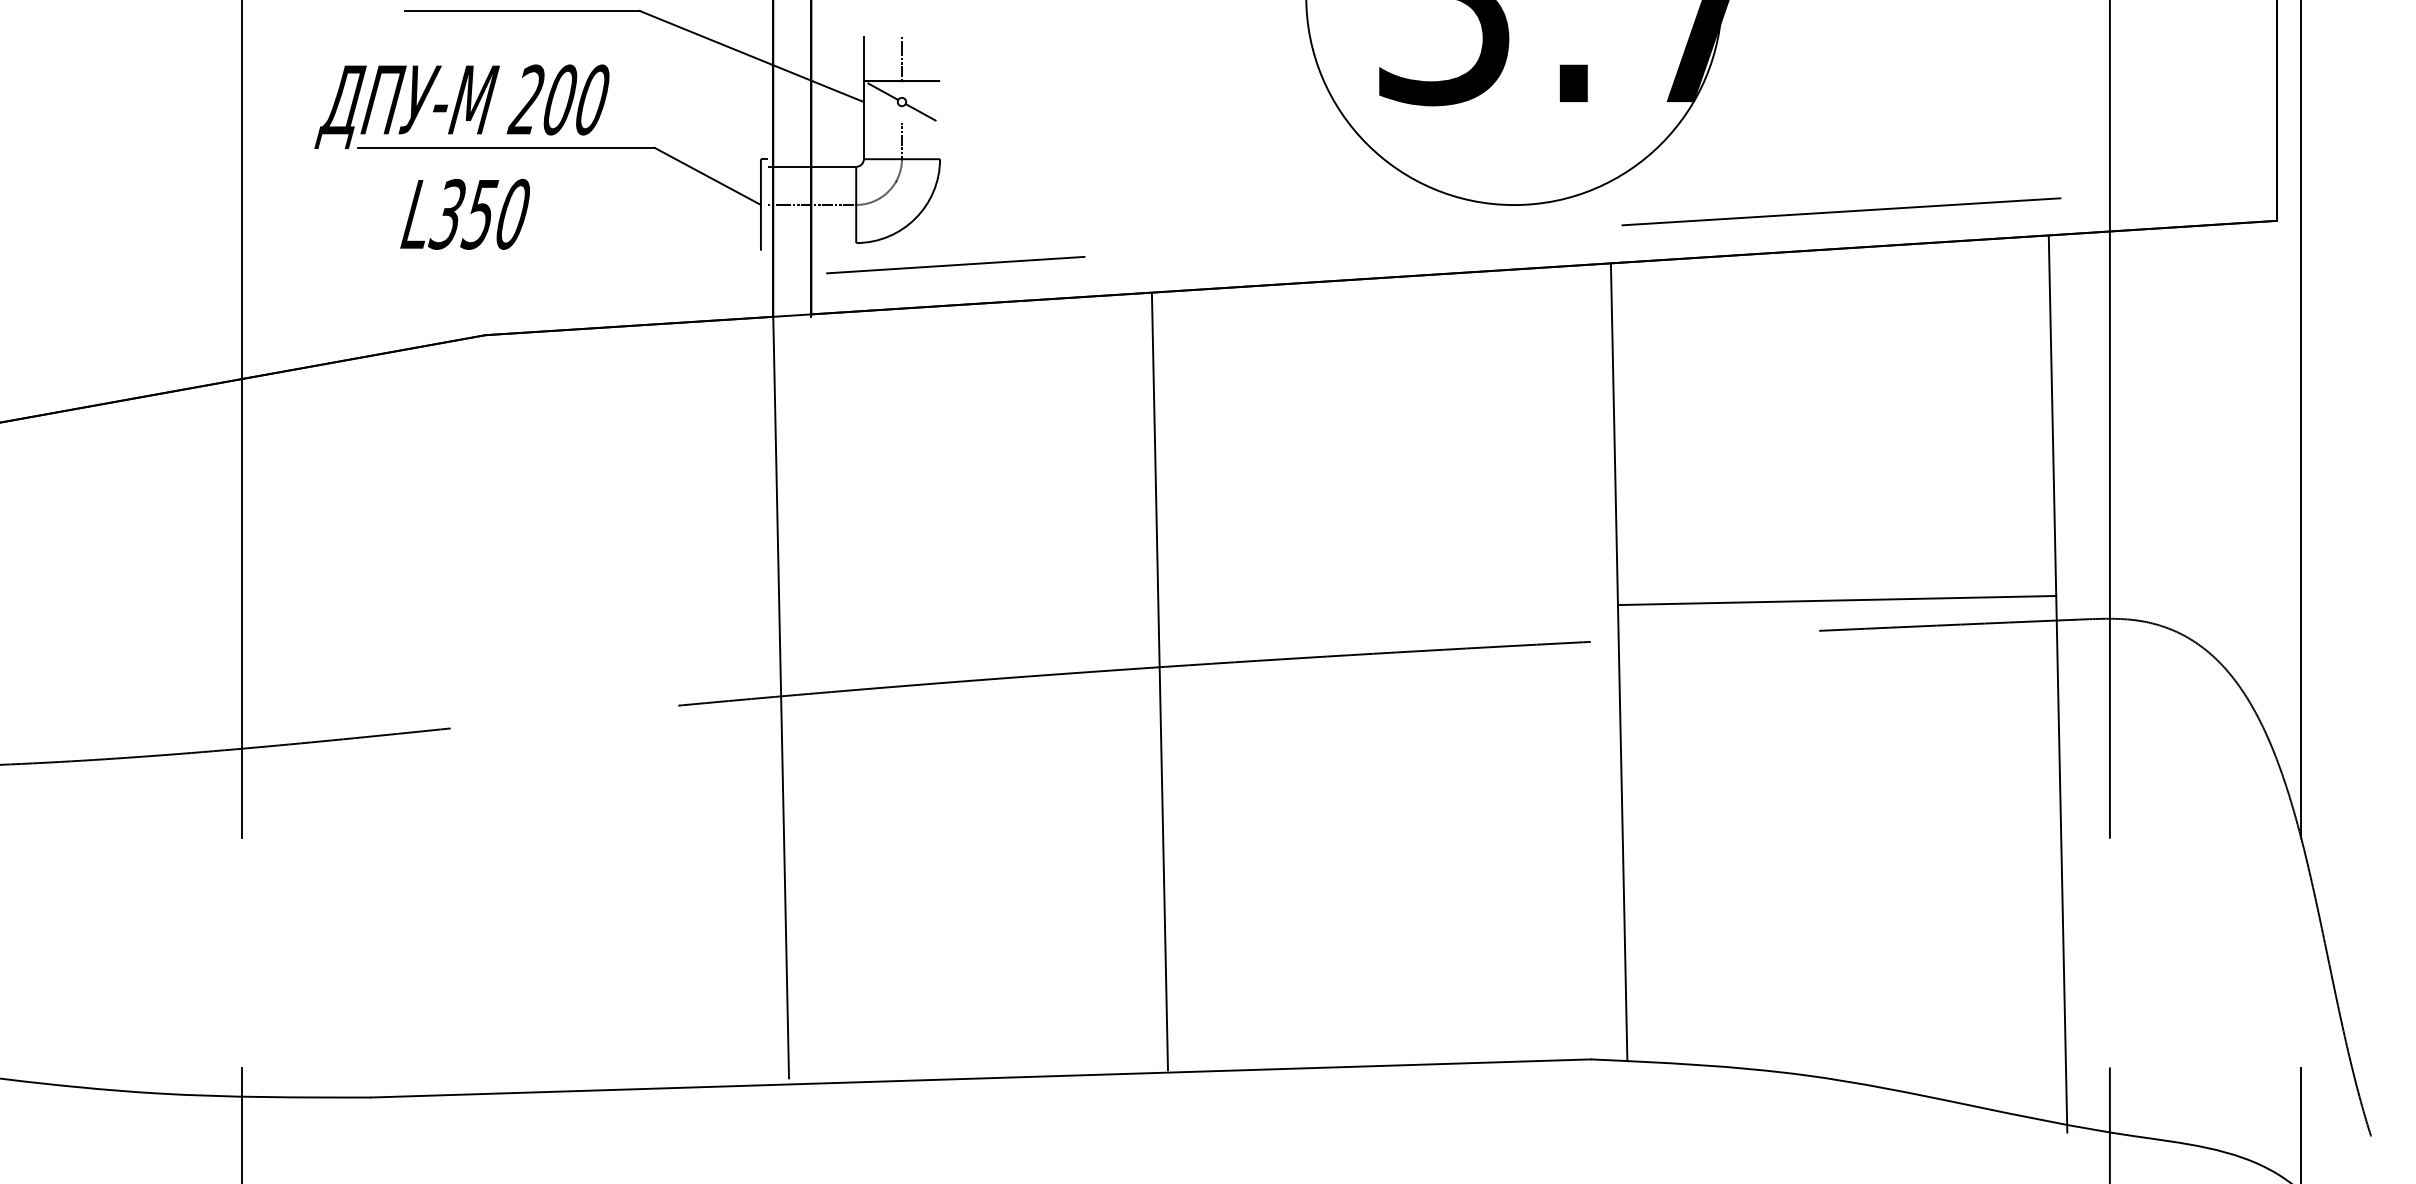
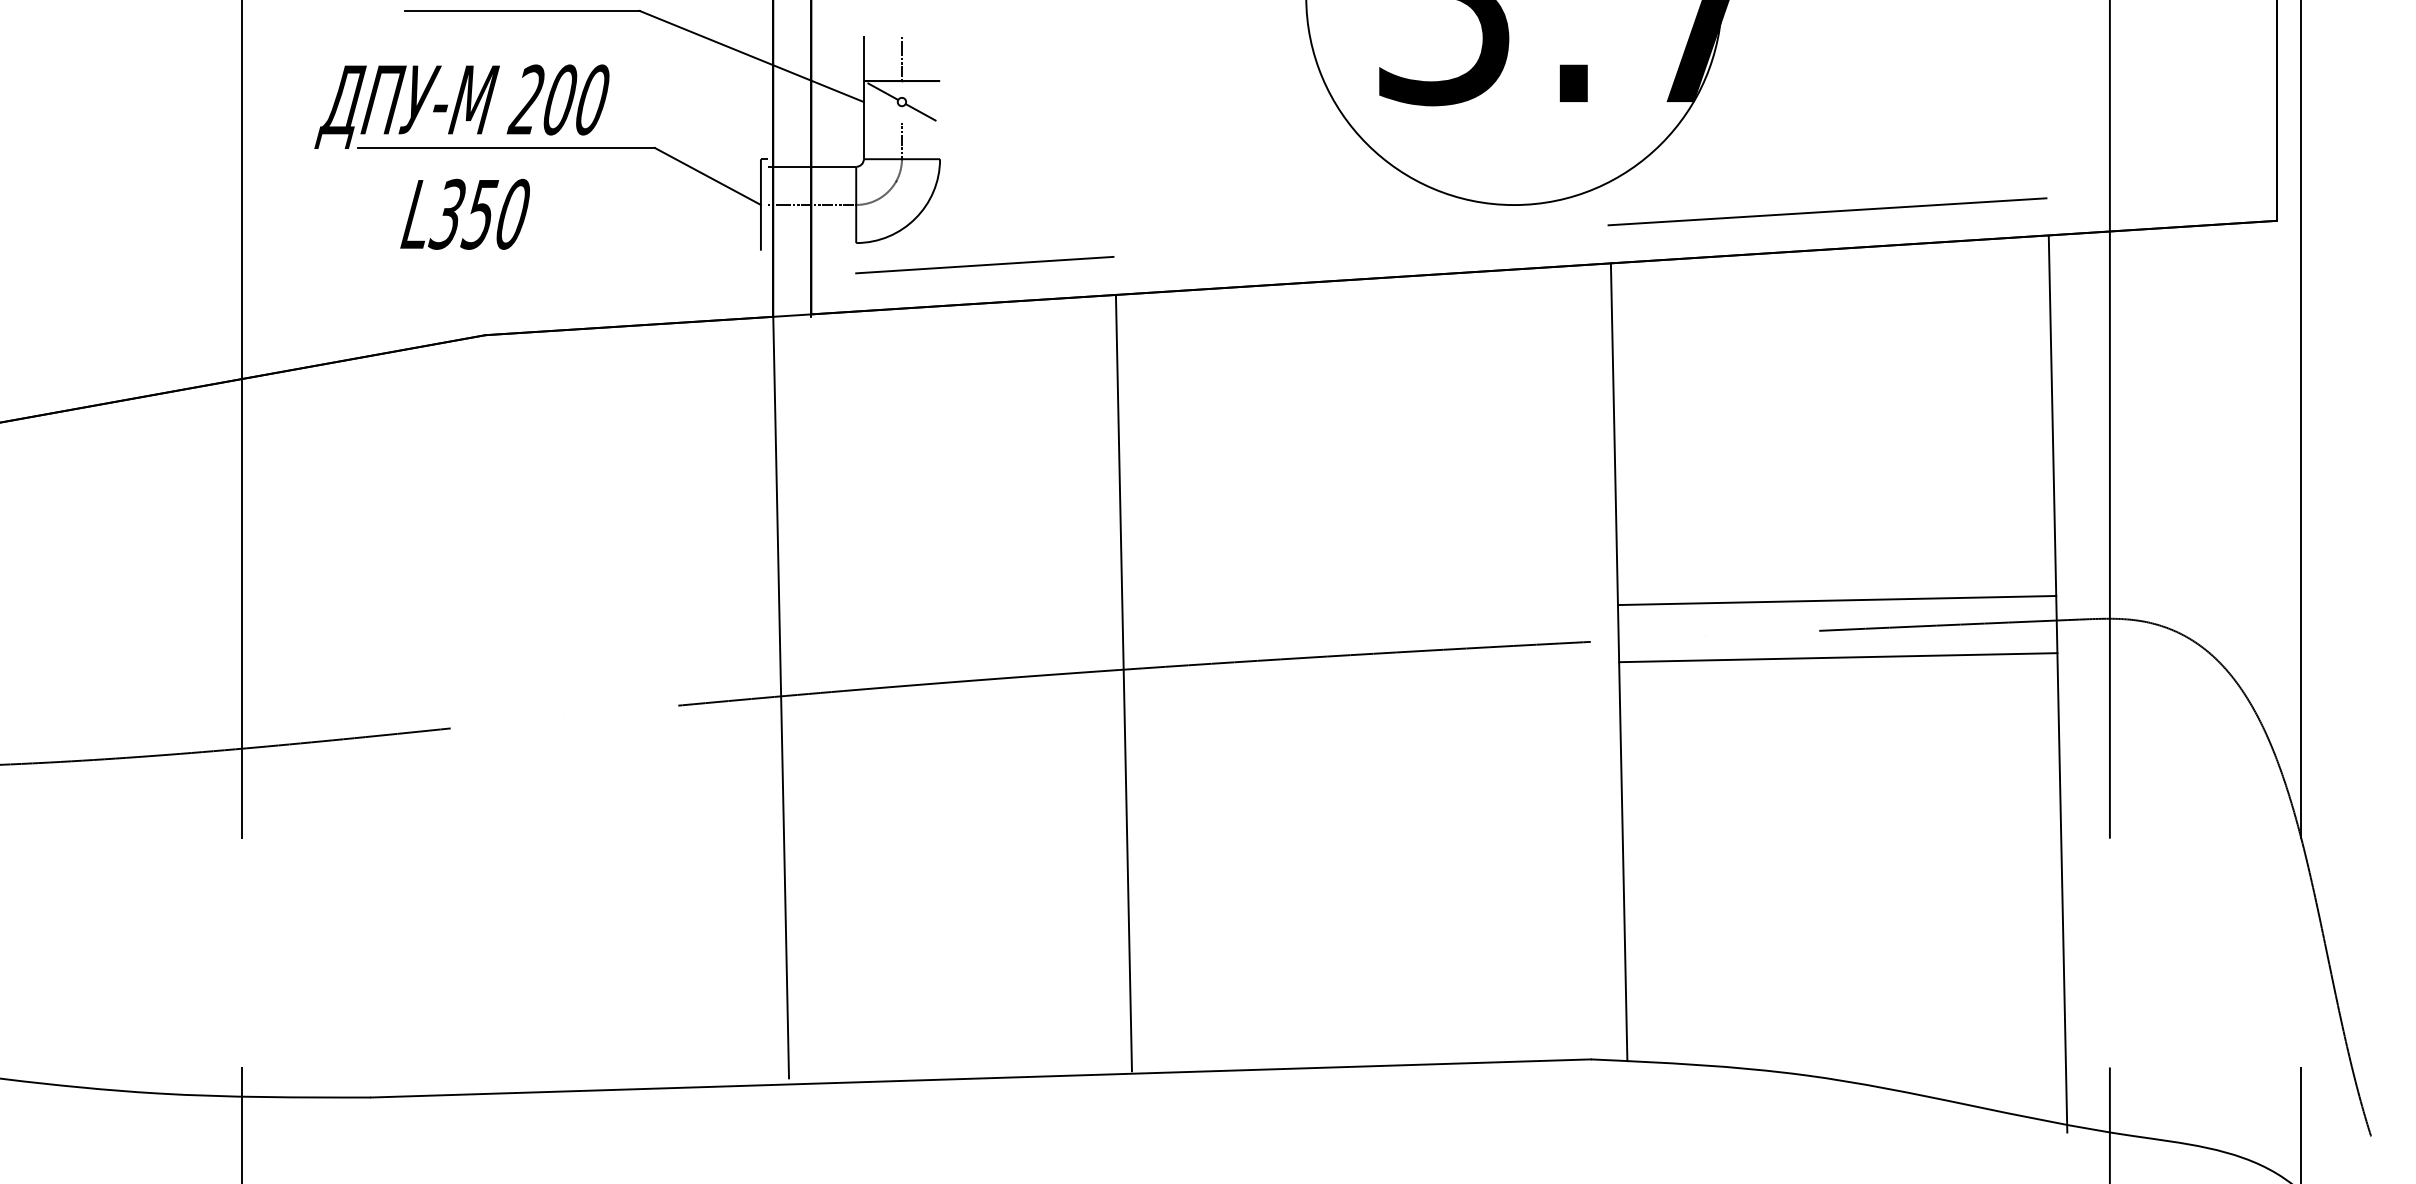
line at (1841, 211) position: (1841, 211) -> (1827, 211)
line at (955, 265) position: (955, 265) -> (984, 265)
line at (1838, 657): none -> present
line at (1159, 681) position: (1159, 681) -> (1123, 682)
